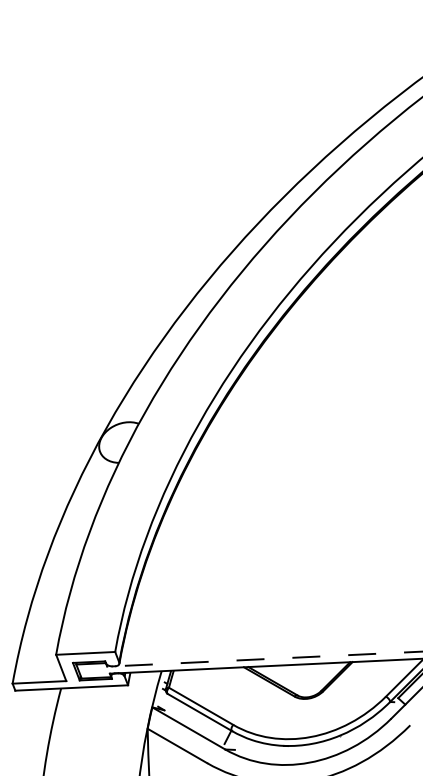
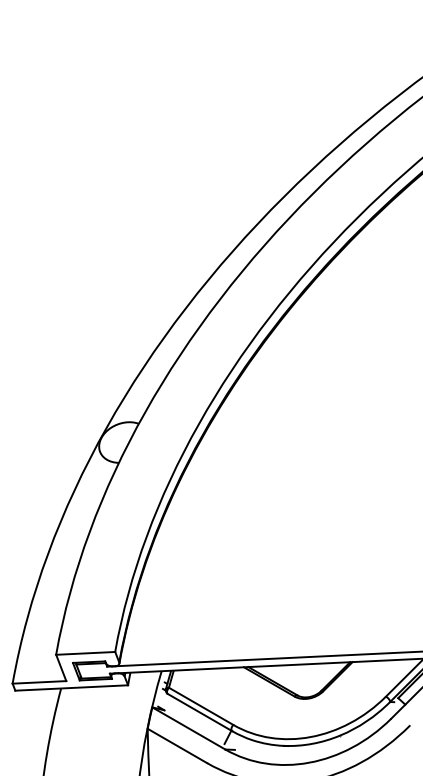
line at (264, 659): dashed -> solid
